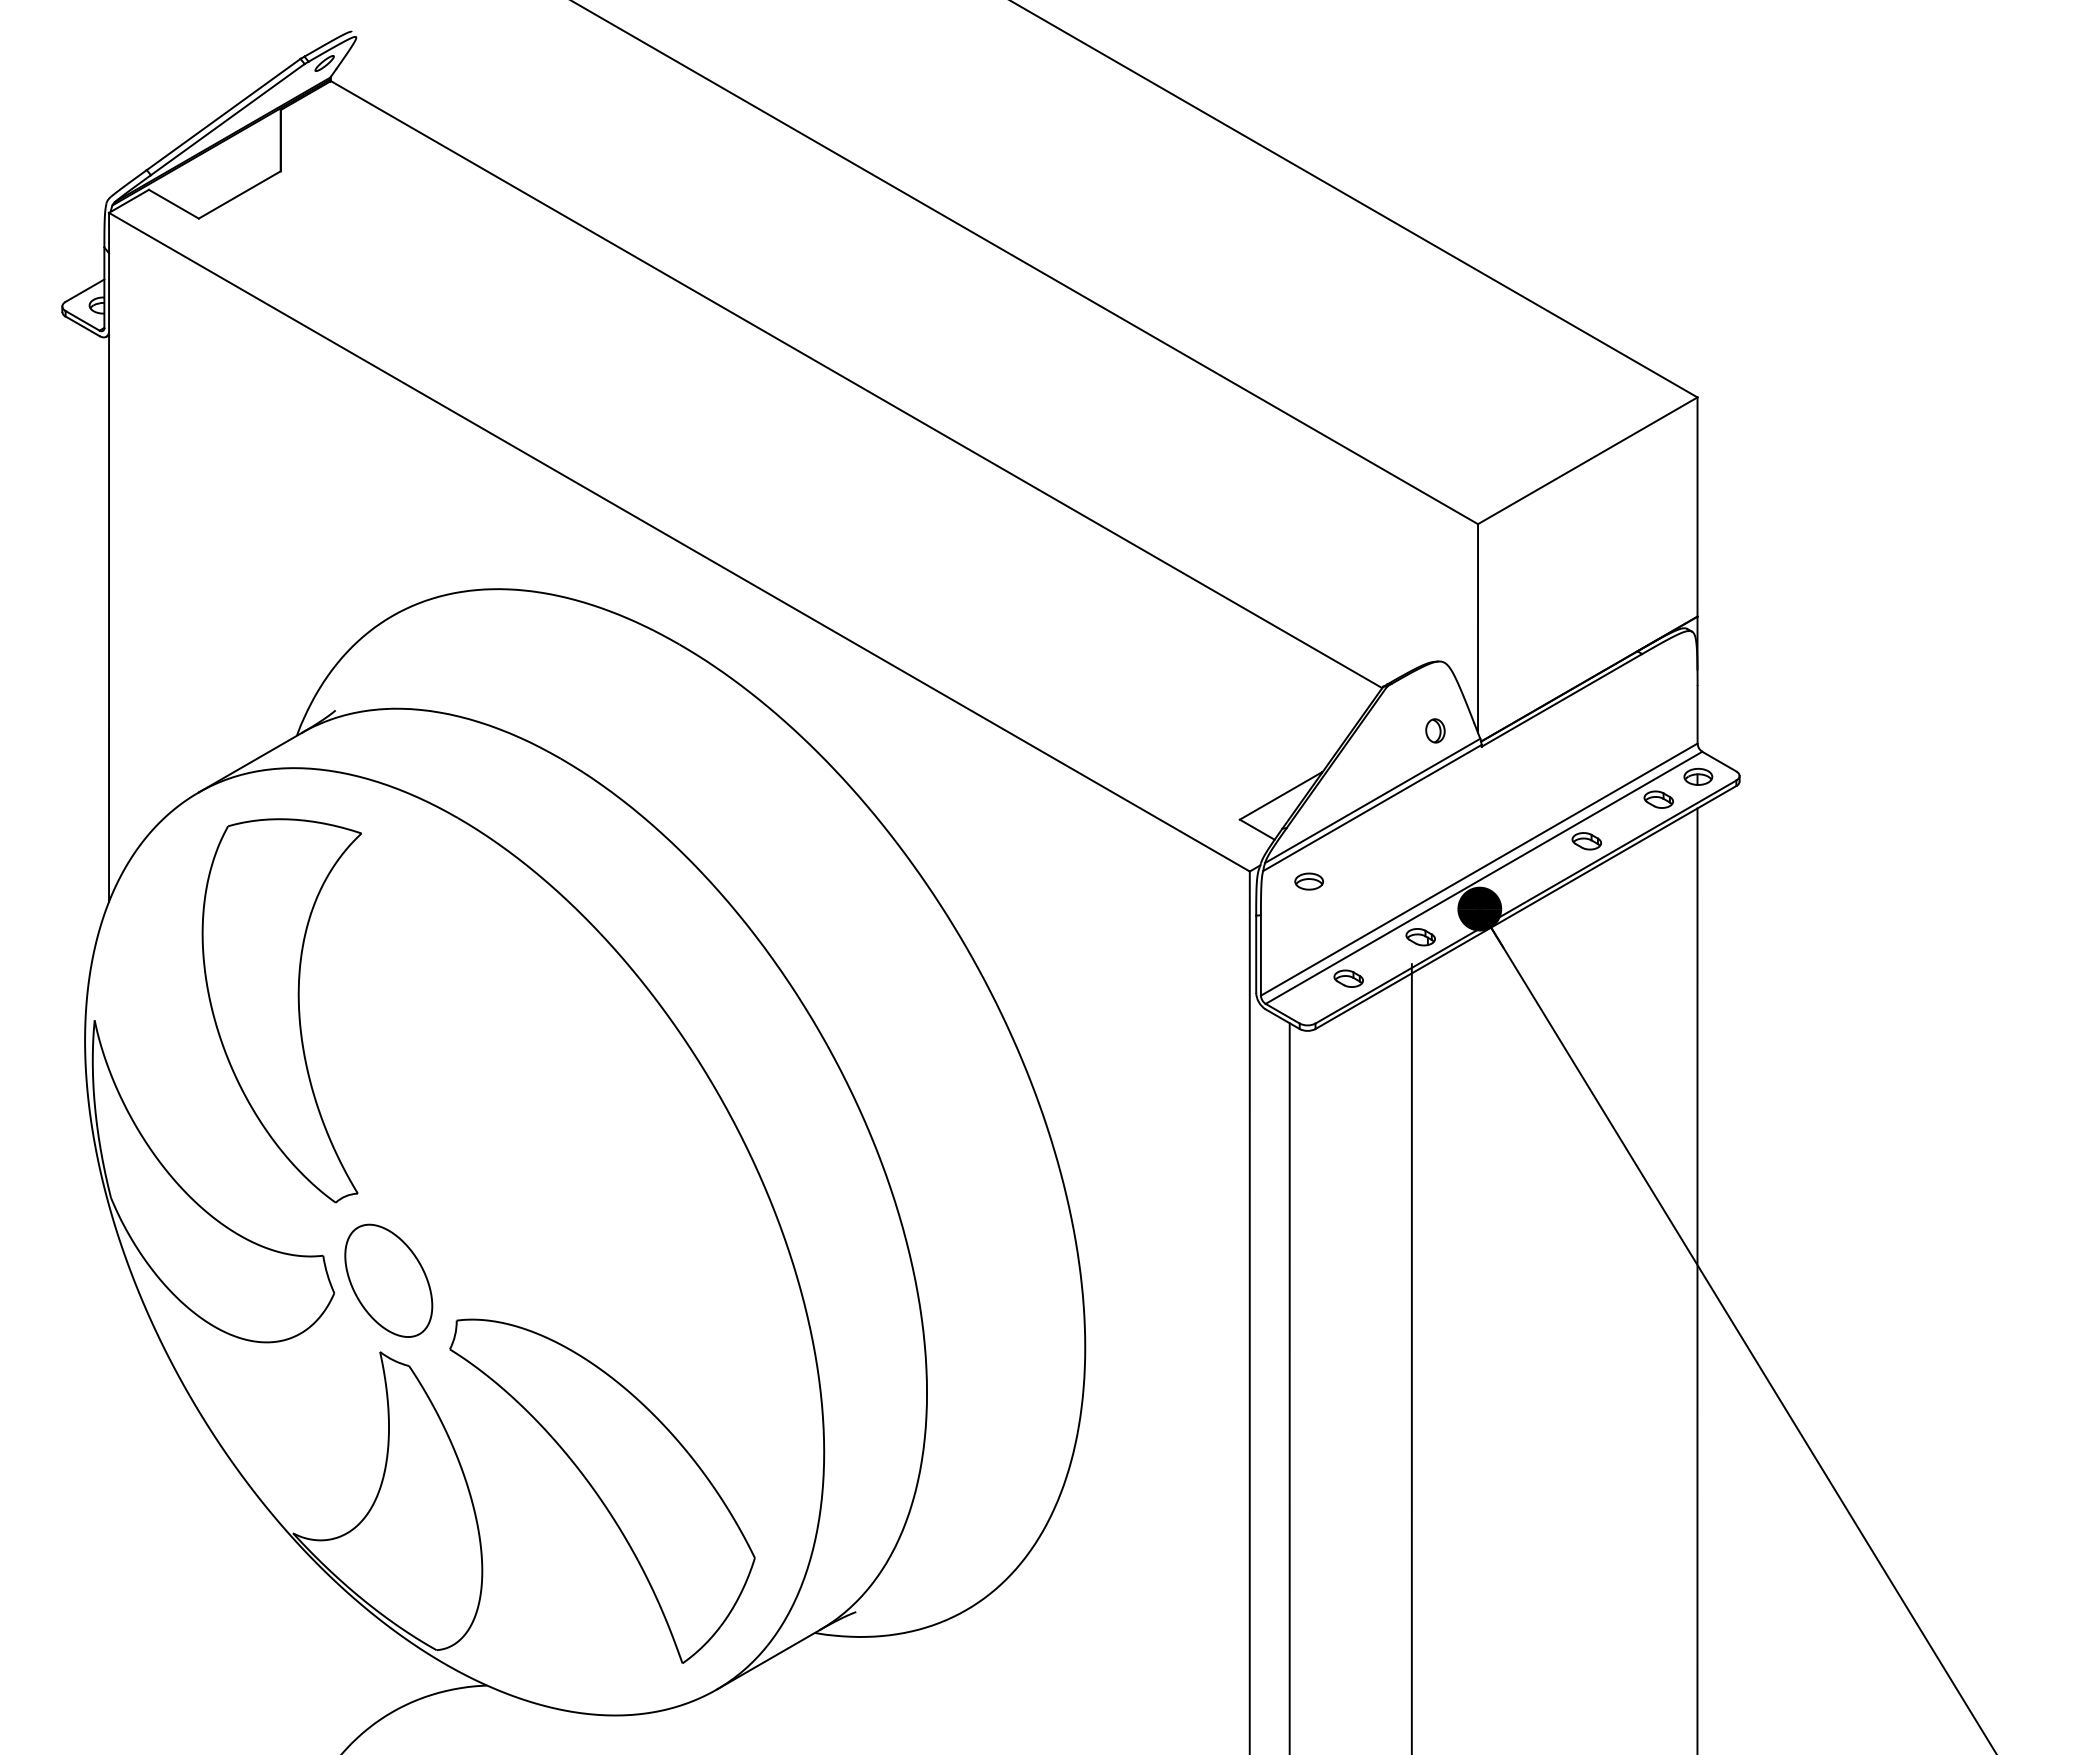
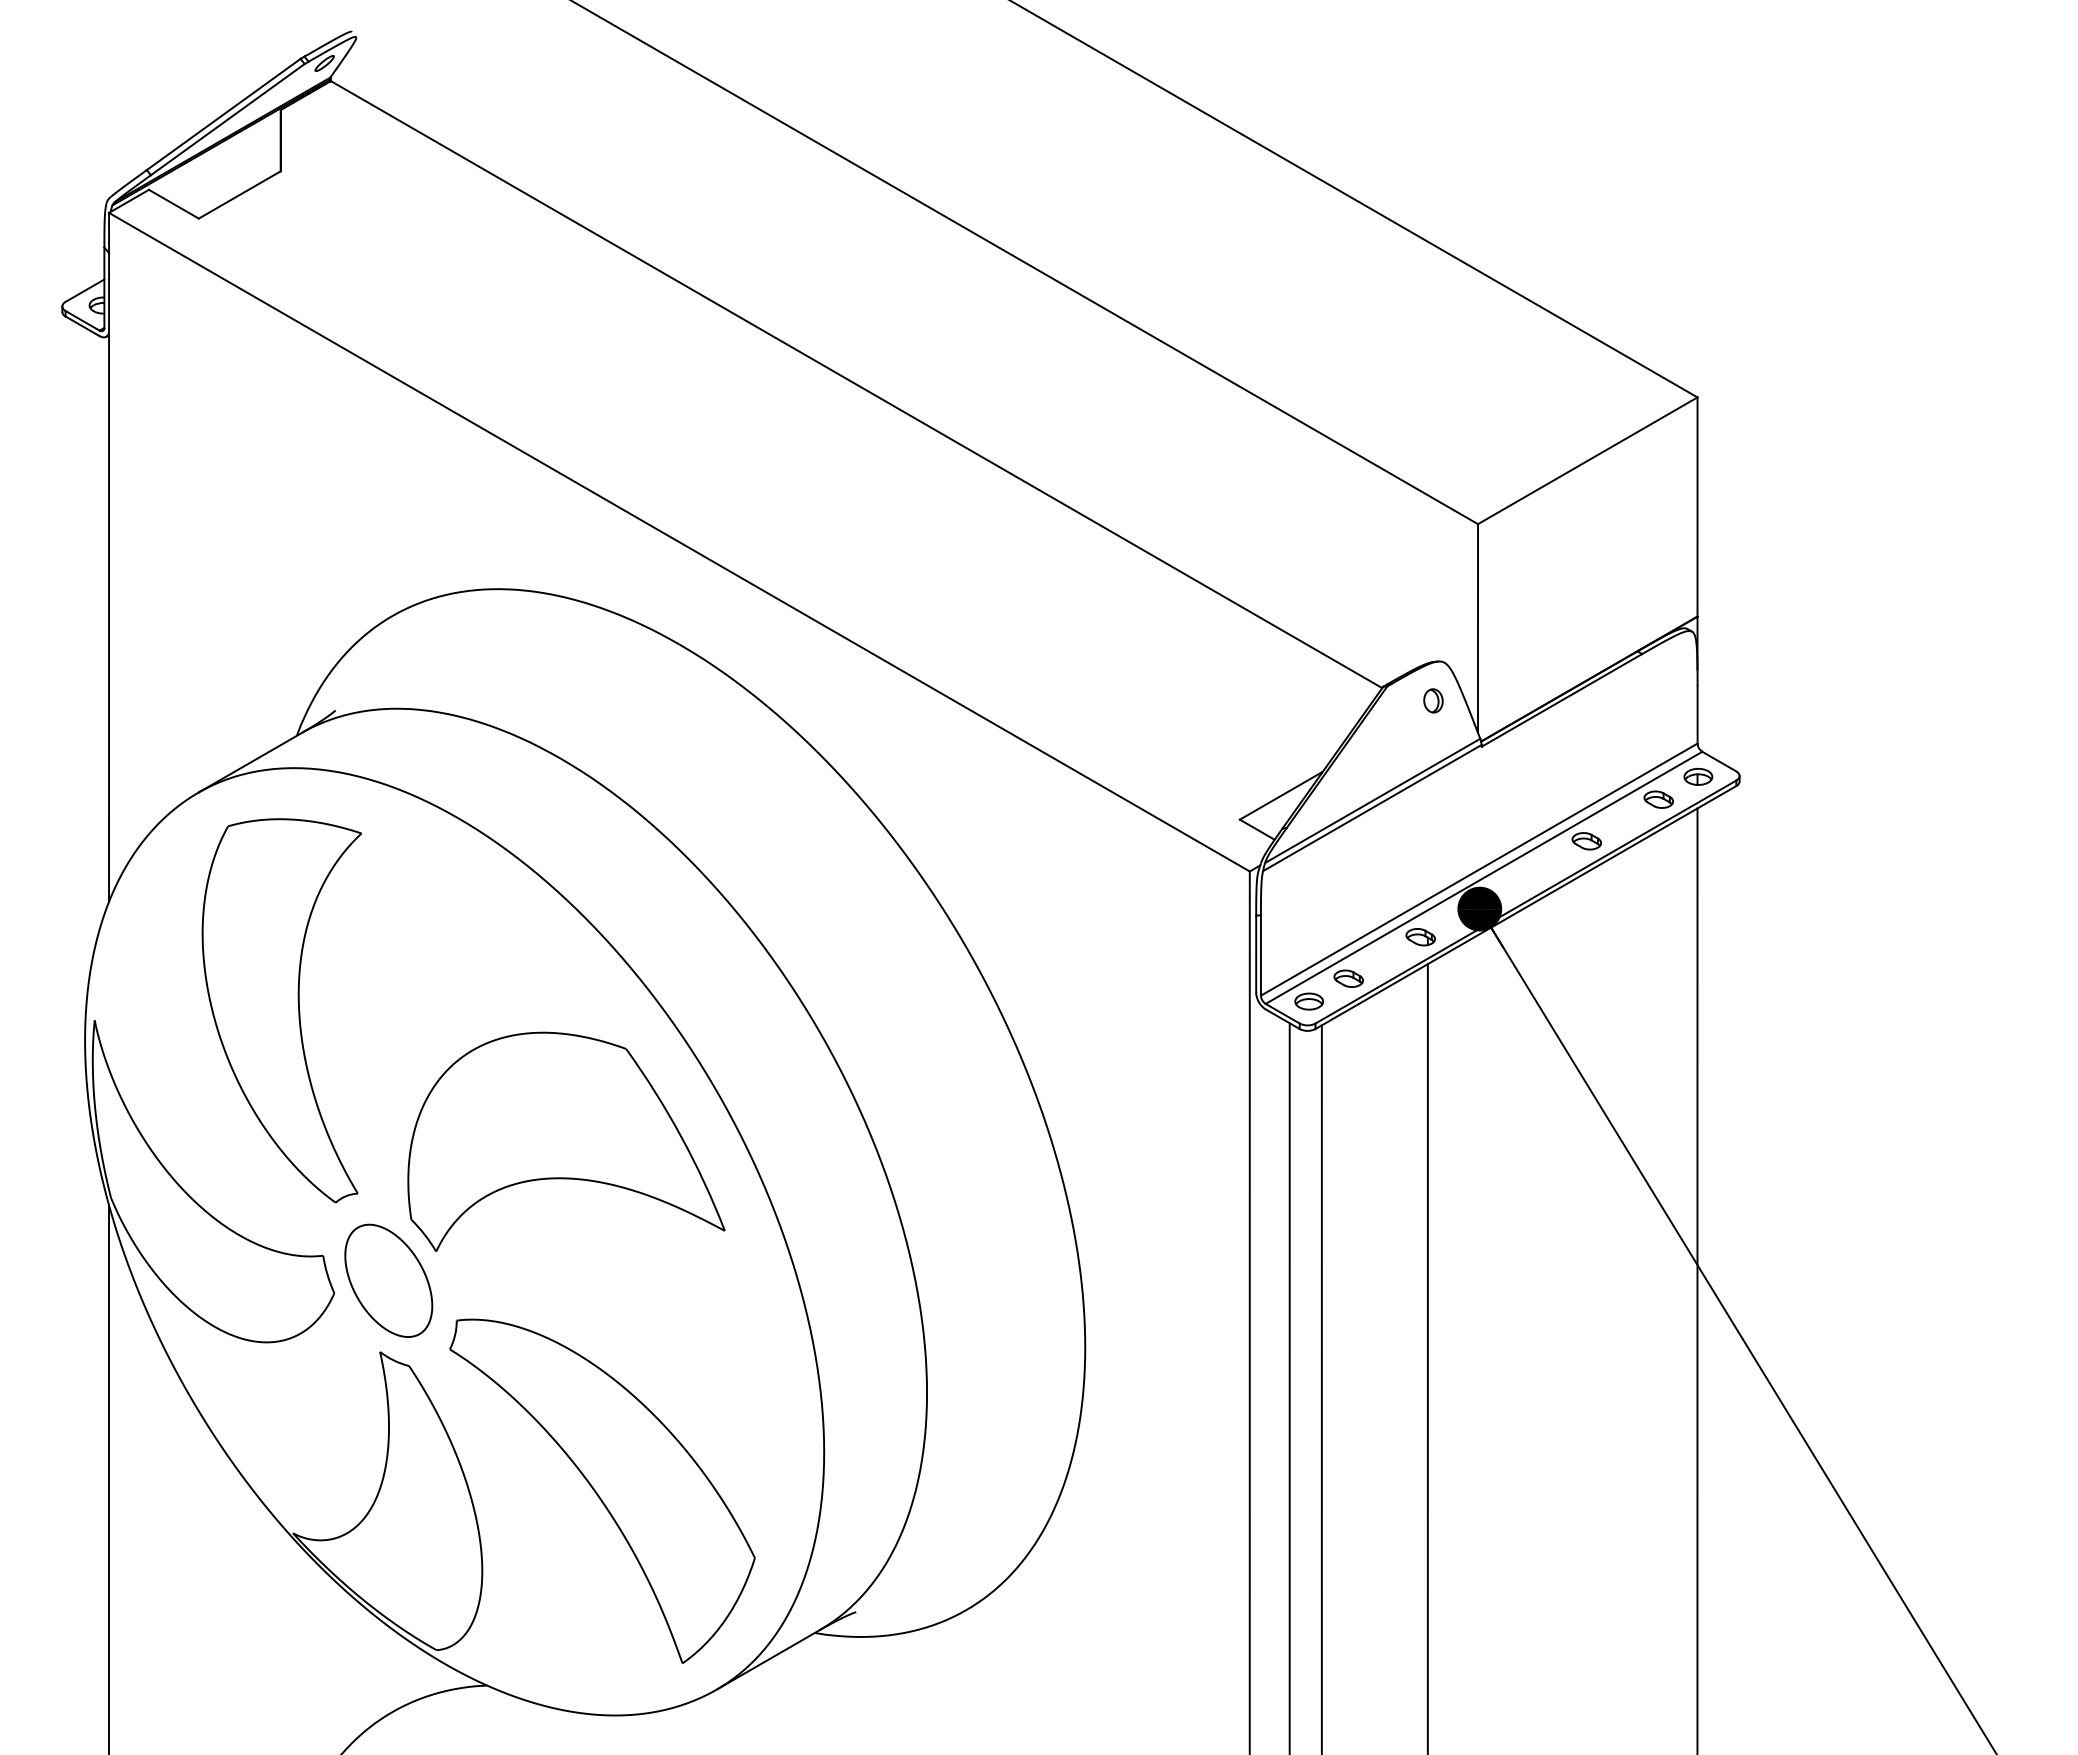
part at (1435, 730) position: (1435, 730) -> (1433, 700)
part at (1309, 881) position: (1309, 881) -> (1309, 1001)
part at (566, 1141): none -> present
line at (1411, 1357) position: (1411, 1357) -> (1427, 1357)
line at (1321, 1388): none -> present
line at (108, 1478): none -> present
